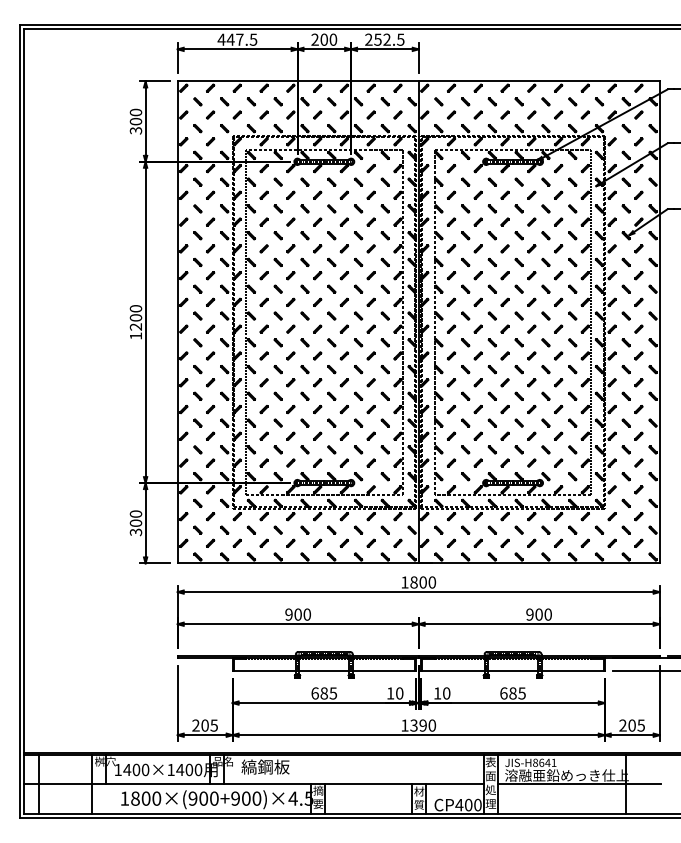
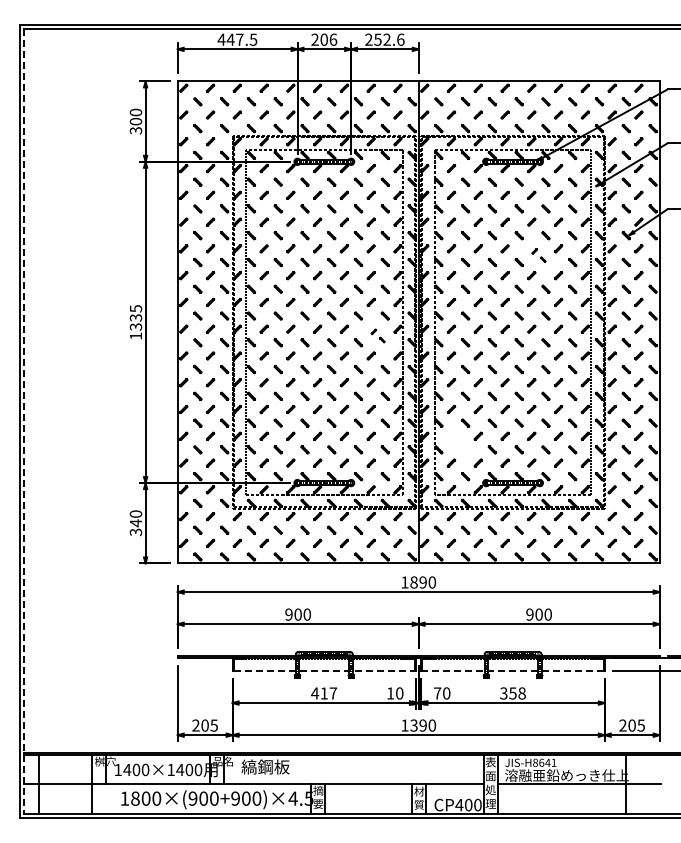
text at (333, 39): 200 -> 206
text at (400, 39): 252.5 -> 252.6
part at (538, 255) size: 24x23 px -> 16x15 px
text at (135, 317): 1200 -> 1335
part at (377, 335) size: 24x24 px -> 16x16 px
line at (24, 421): solid -> dashed
part at (458, 442): present -> none
text at (135, 523): 300 -> 340
text at (422, 582): 1800 -> 1890
line at (324, 670): solid -> dashed
line at (513, 670): solid -> dashed
text at (324, 693): 685 -> 417
text at (437, 693): 10 -> 70
text at (512, 693): 685 -> 358
